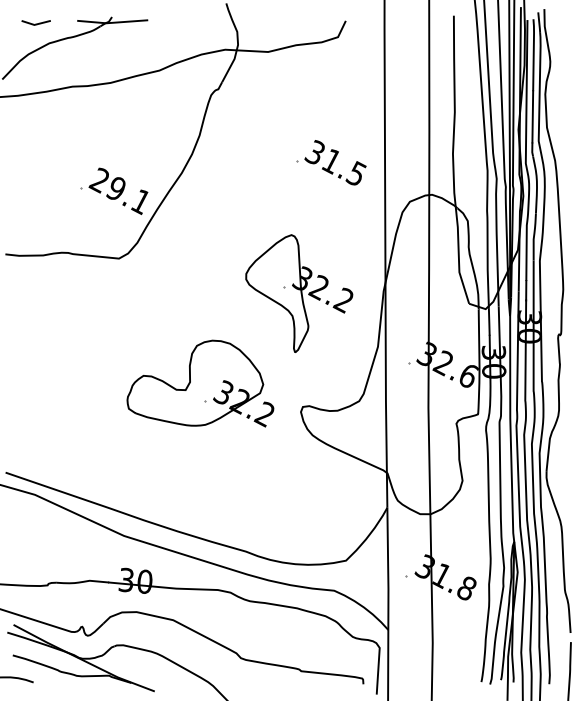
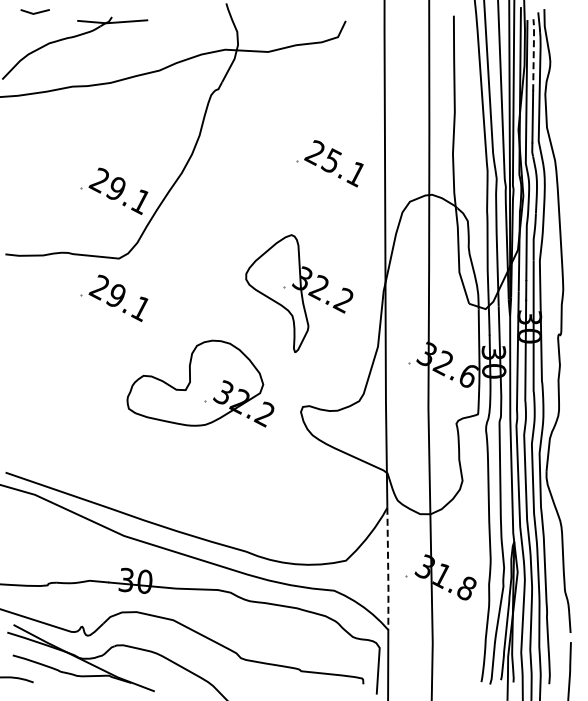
line at (35, 23) position: (35, 23) -> (34, 12)
line at (533, 53): solid -> dashed
text at (335, 163): 31.5 -> 25.1
part at (114, 297): none -> present
line at (388, 569): solid -> dashed
